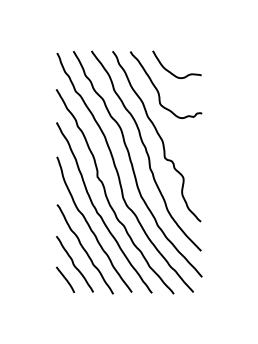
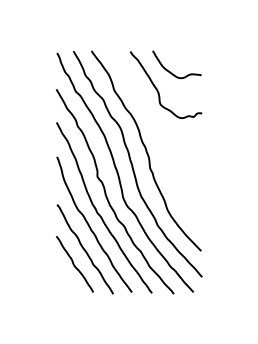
curve at (158, 136): present -> none
curve at (65, 279): present -> none
